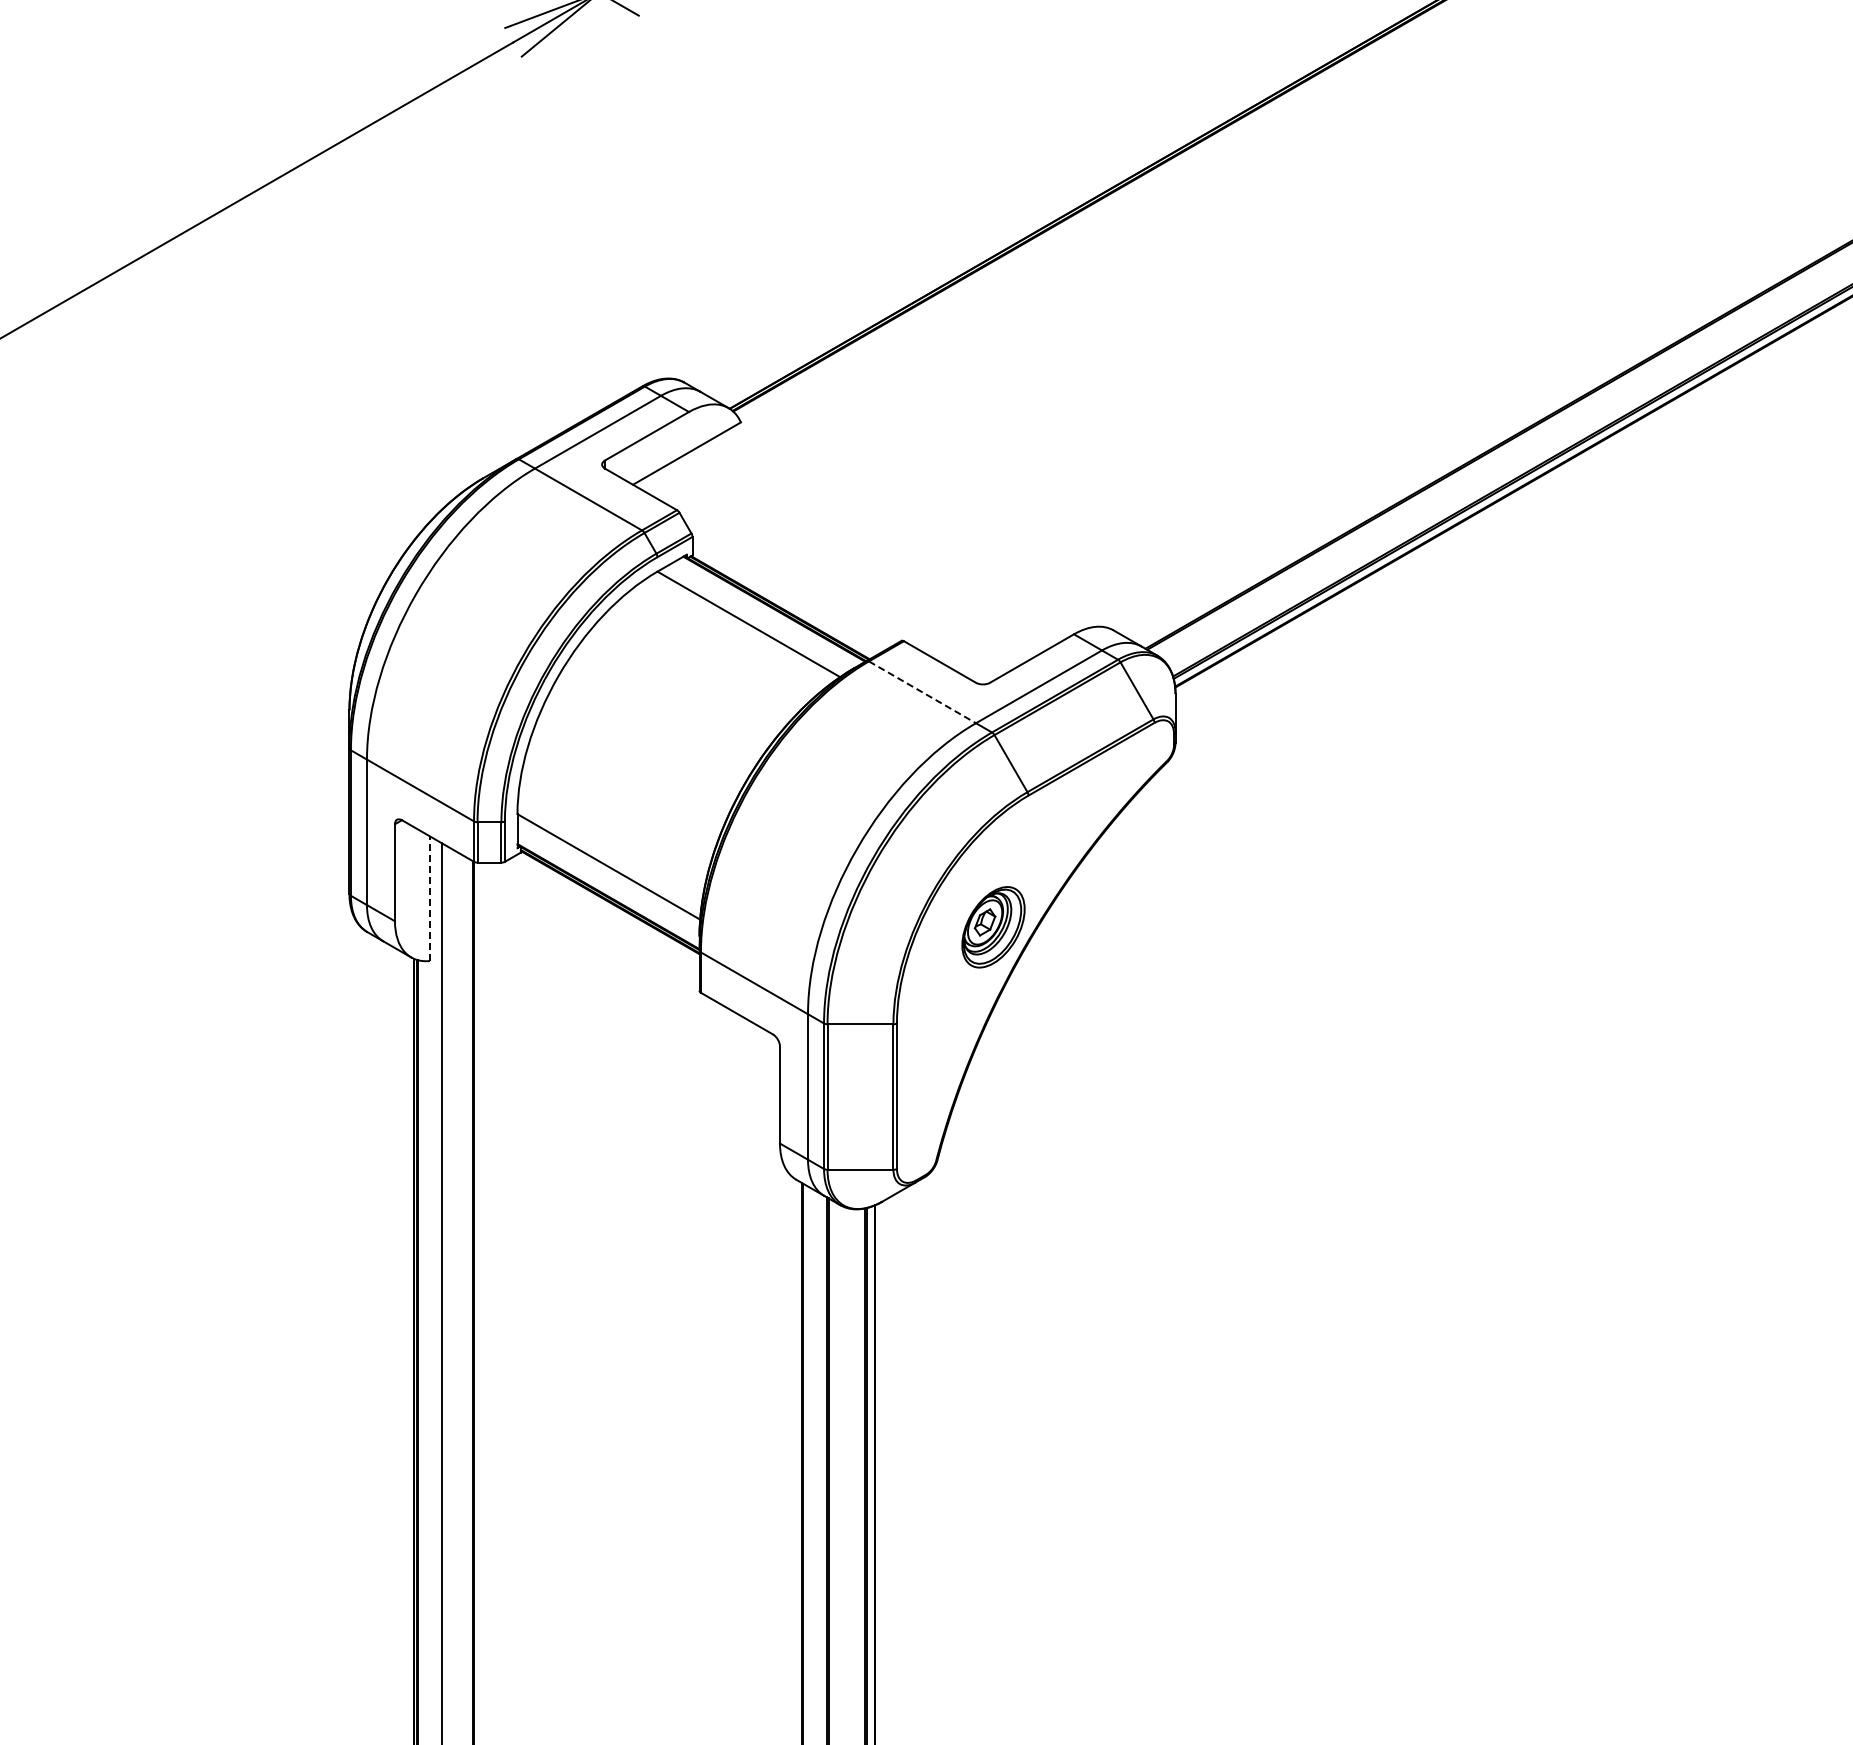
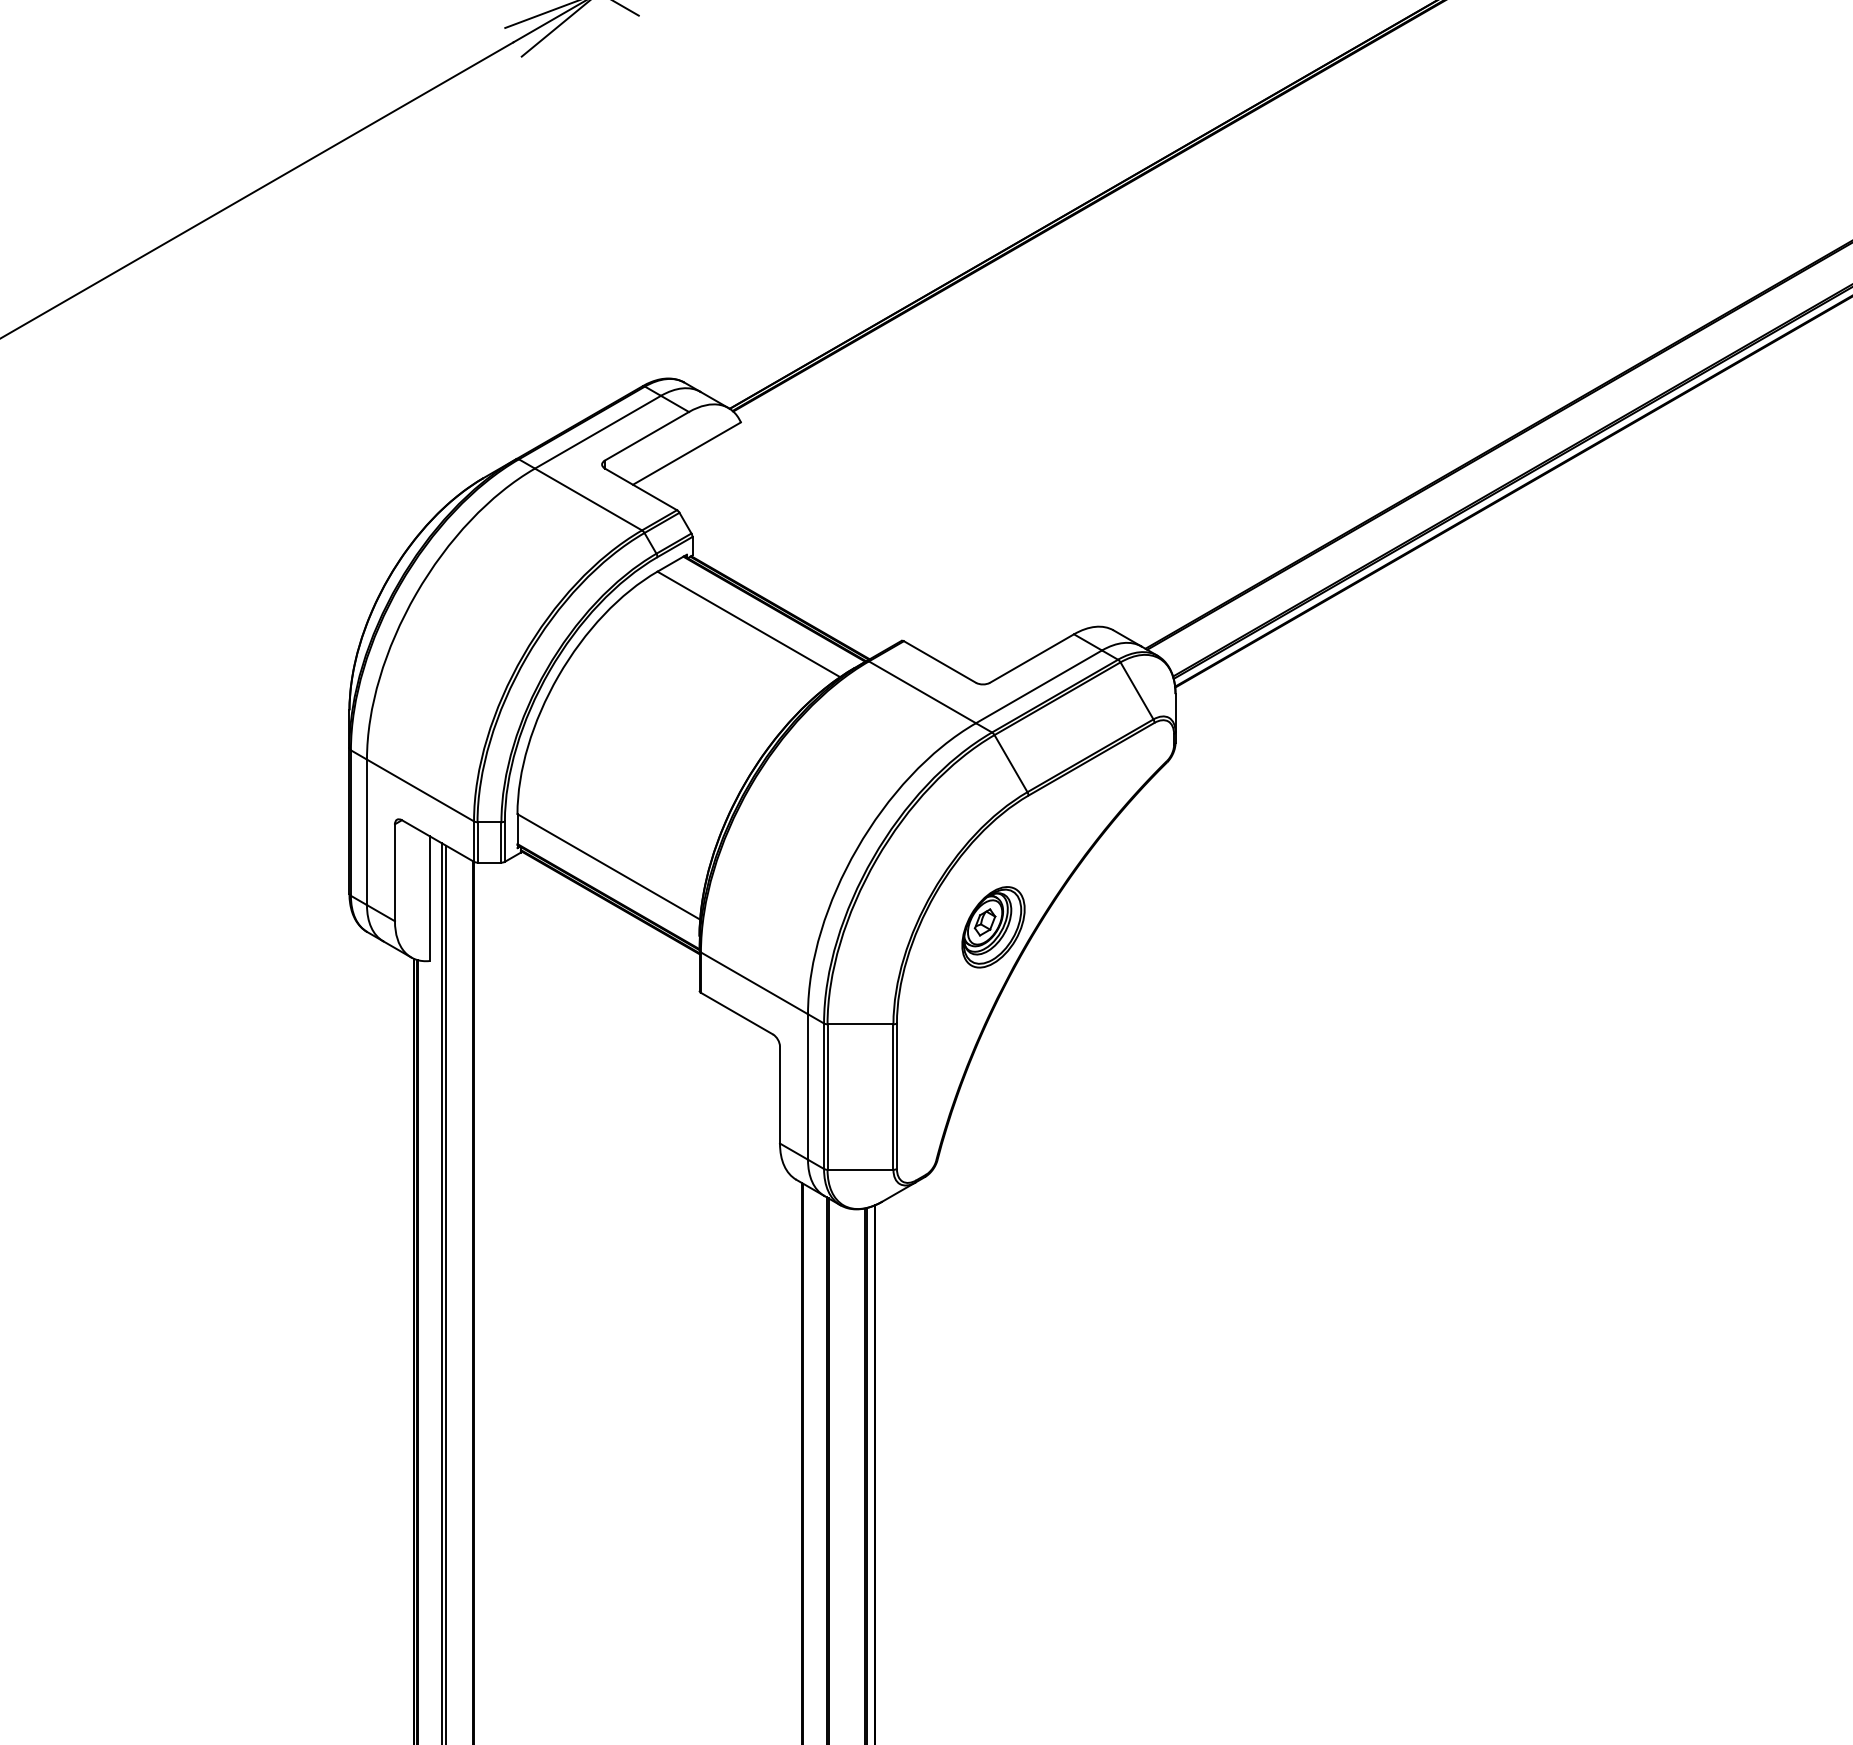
line at (922, 692): dashed -> solid
line at (429, 898): dashed -> solid
line at (446, 1293): none -> present
